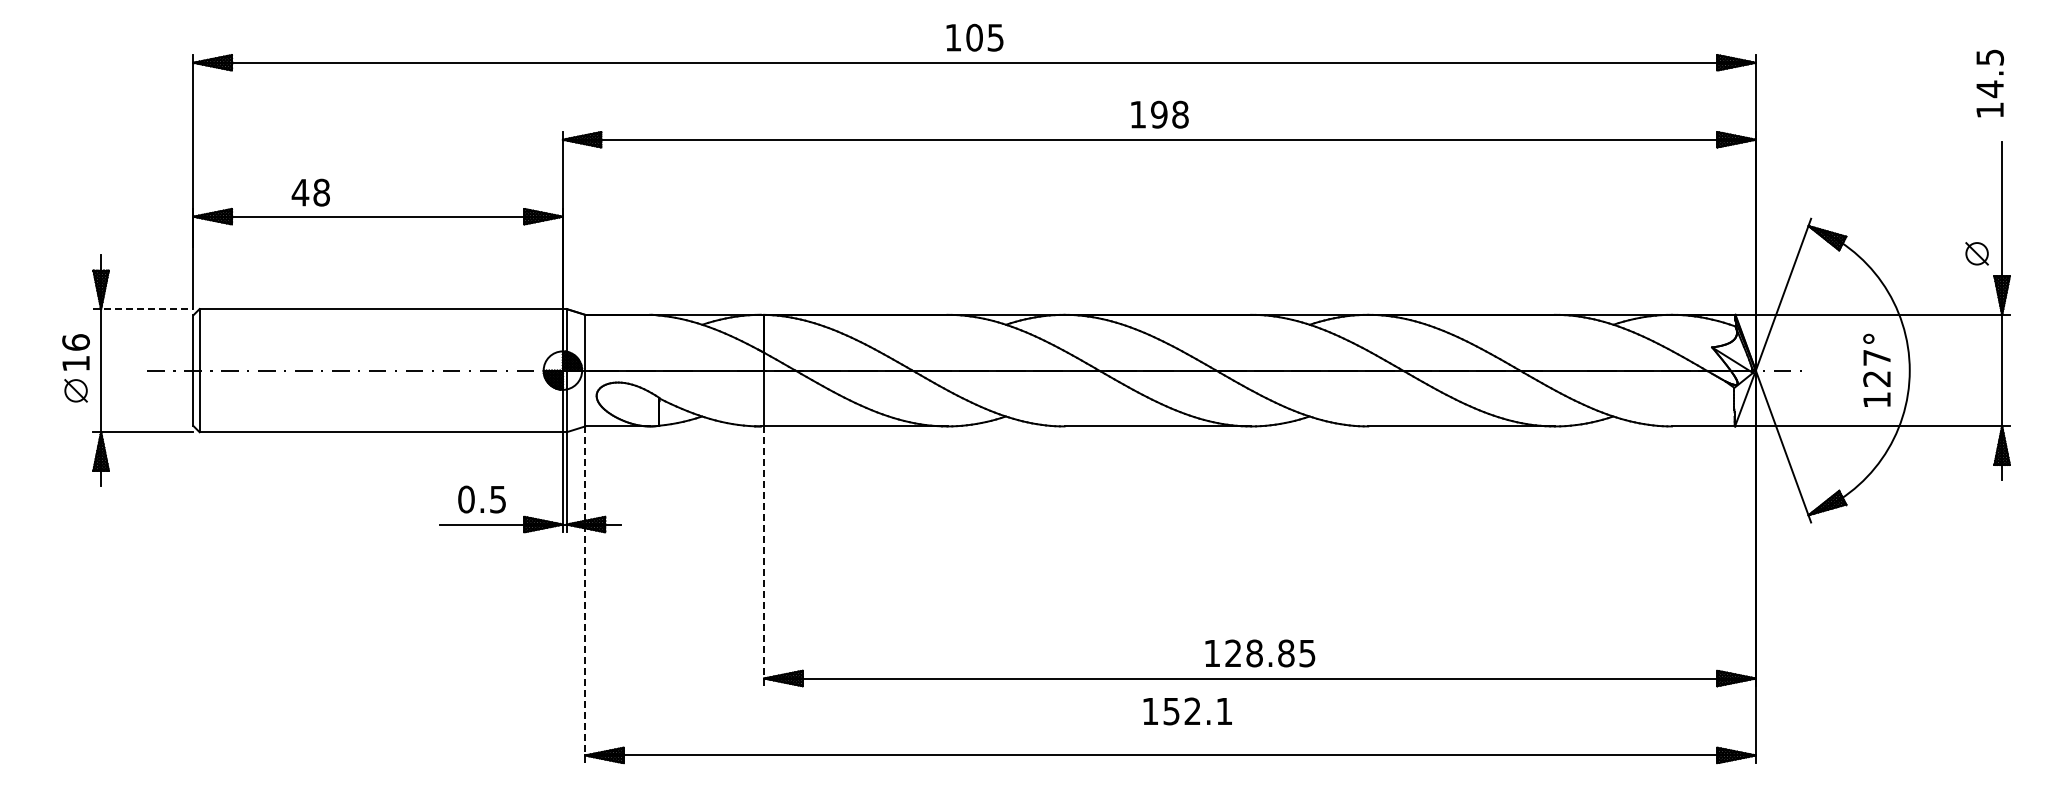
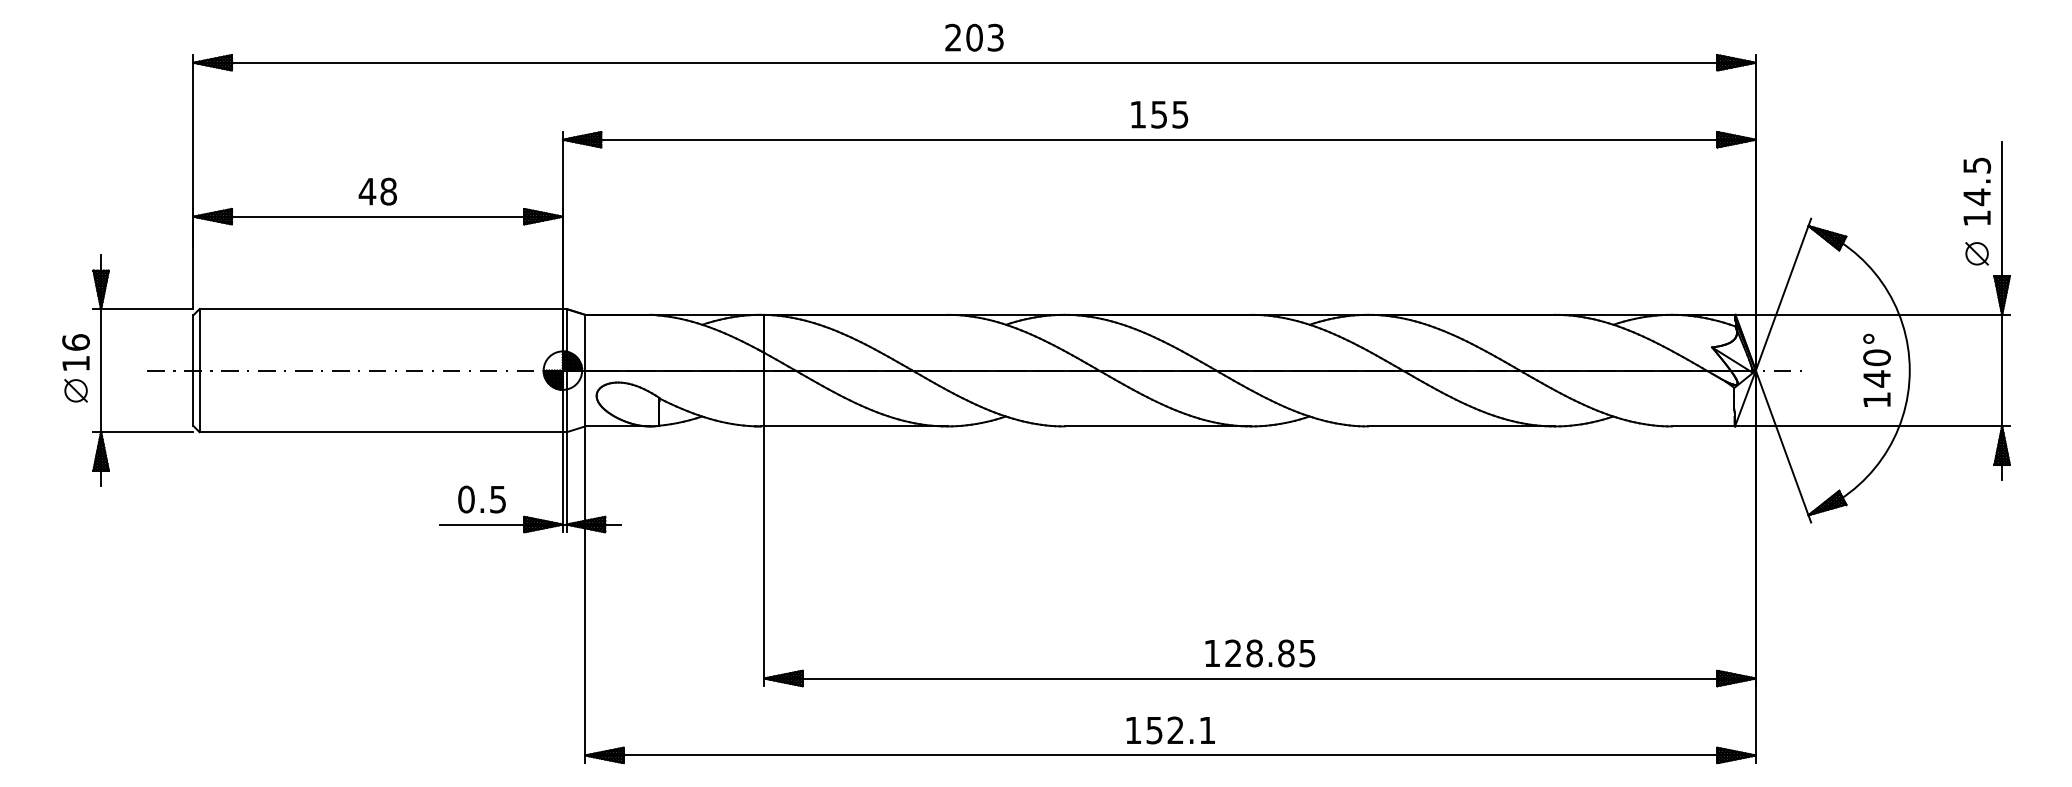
text at (974, 37): 105 -> 203
text at (1989, 83) position: (1989, 83) -> (1976, 191)
text at (1169, 114): 198 -> 155
text at (310, 192) position: (310, 192) -> (377, 191)
line at (143, 309): dashed -> solid
text at (1876, 368): 127° -> 140°
line at (764, 556): dashed -> solid
line at (585, 595): dashed -> solid
text at (1187, 711) position: (1187, 711) -> (1170, 730)
